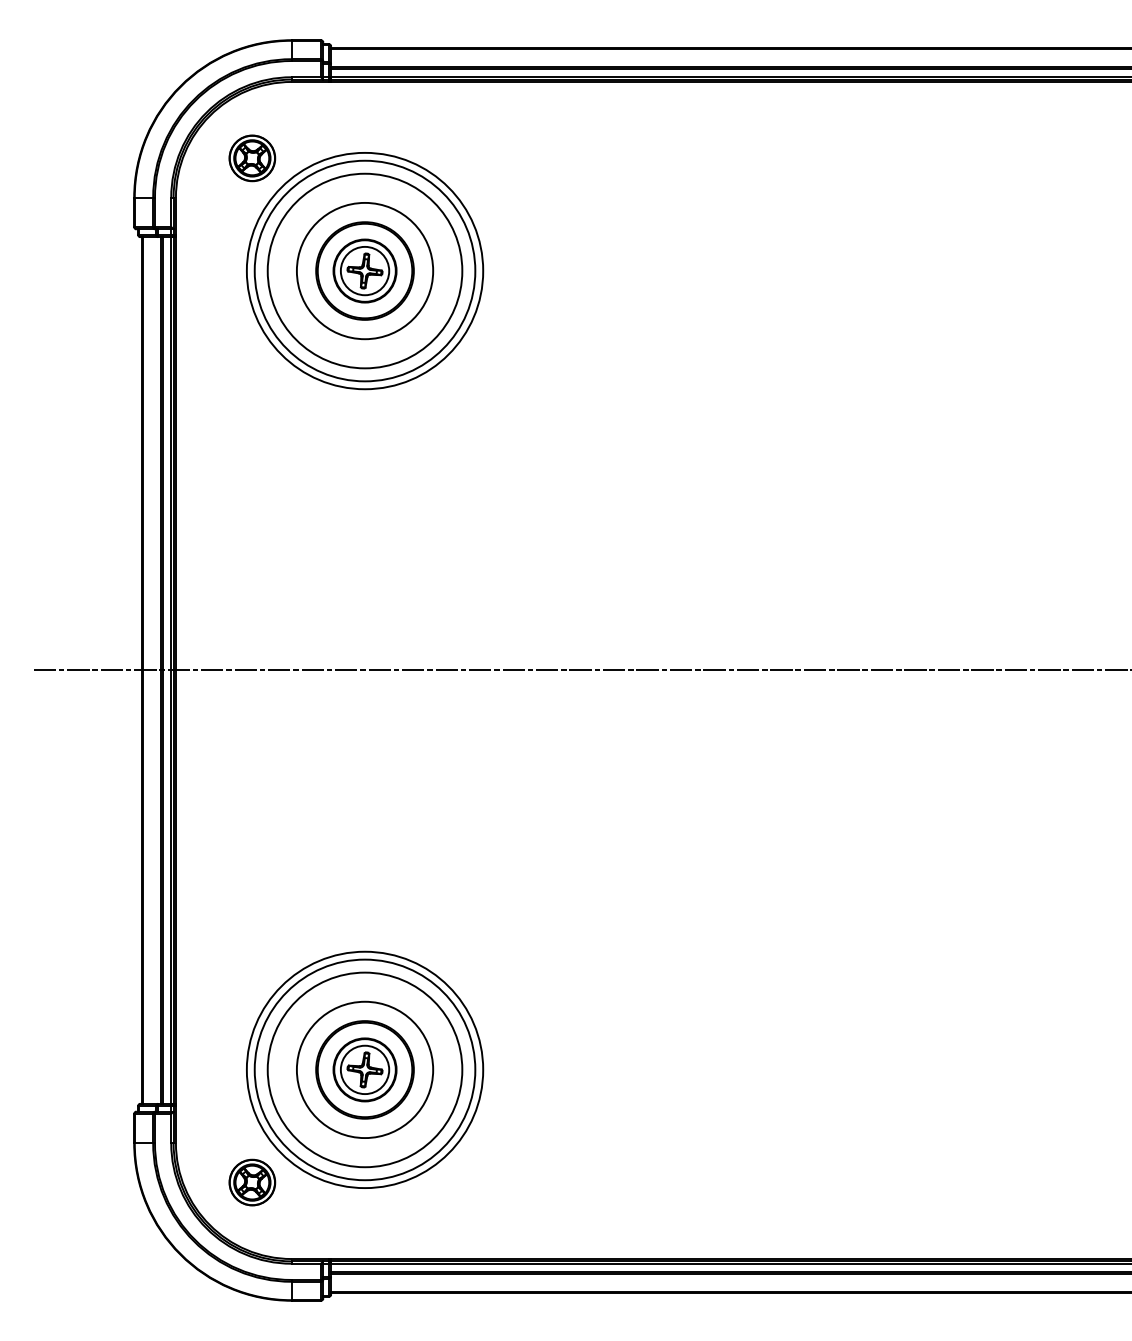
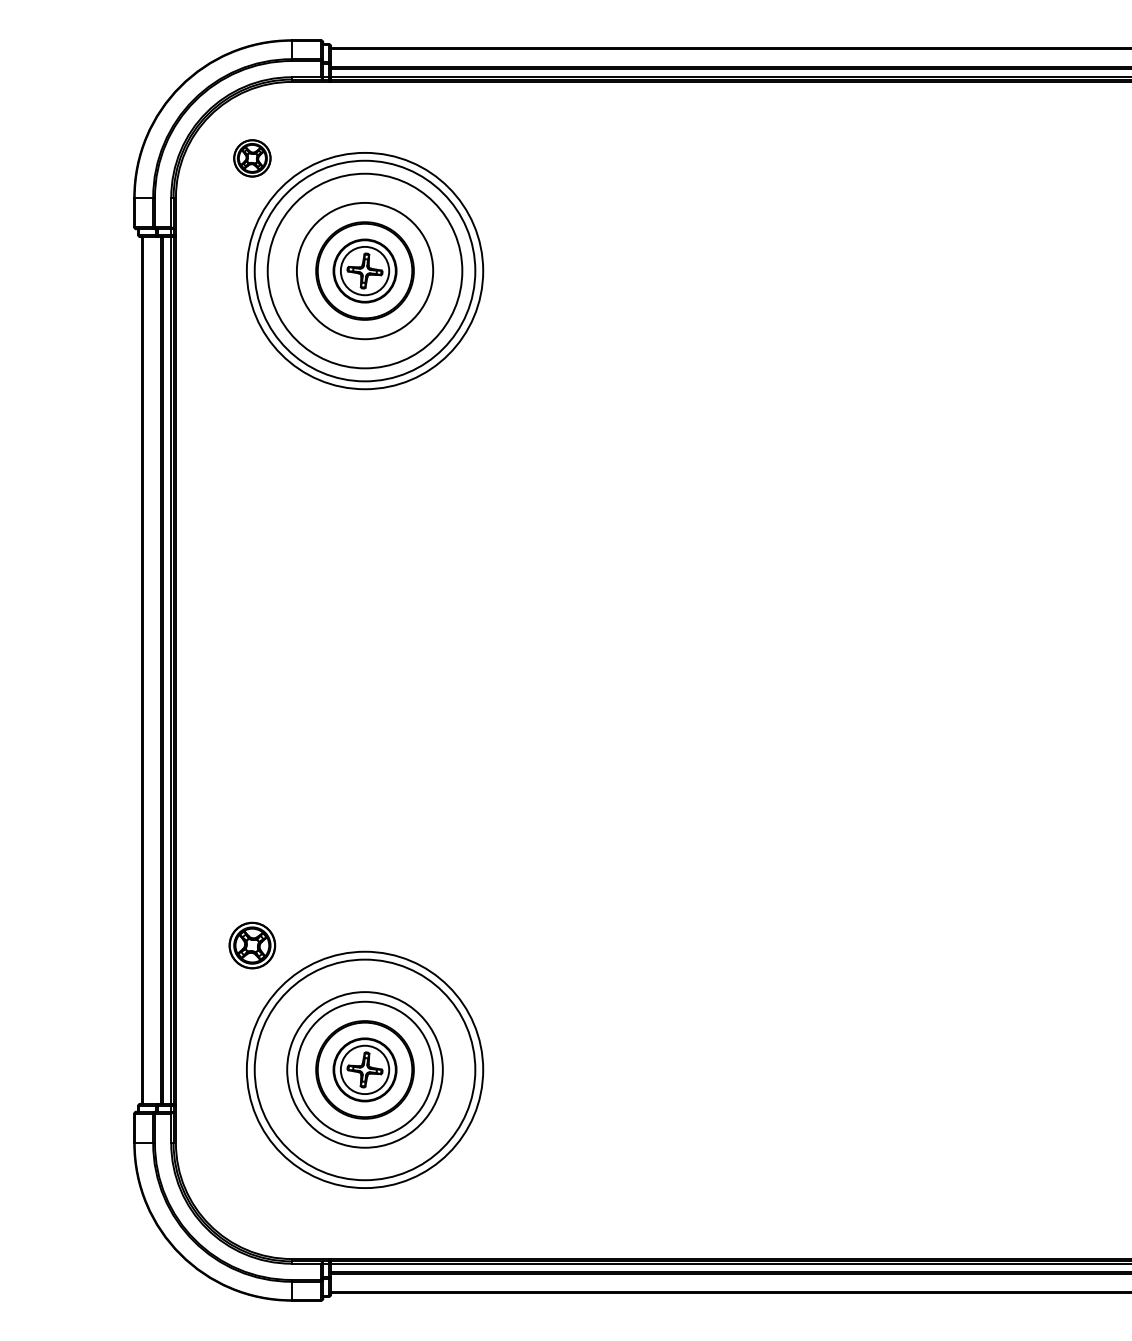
part at (252, 158) size: 49x49 px -> 39x39 px
line at (580, 670): present -> none
circle at (364, 1069) diameter: 195 px -> 156 px
part at (252, 1182) position: (252, 1182) -> (252, 945)
